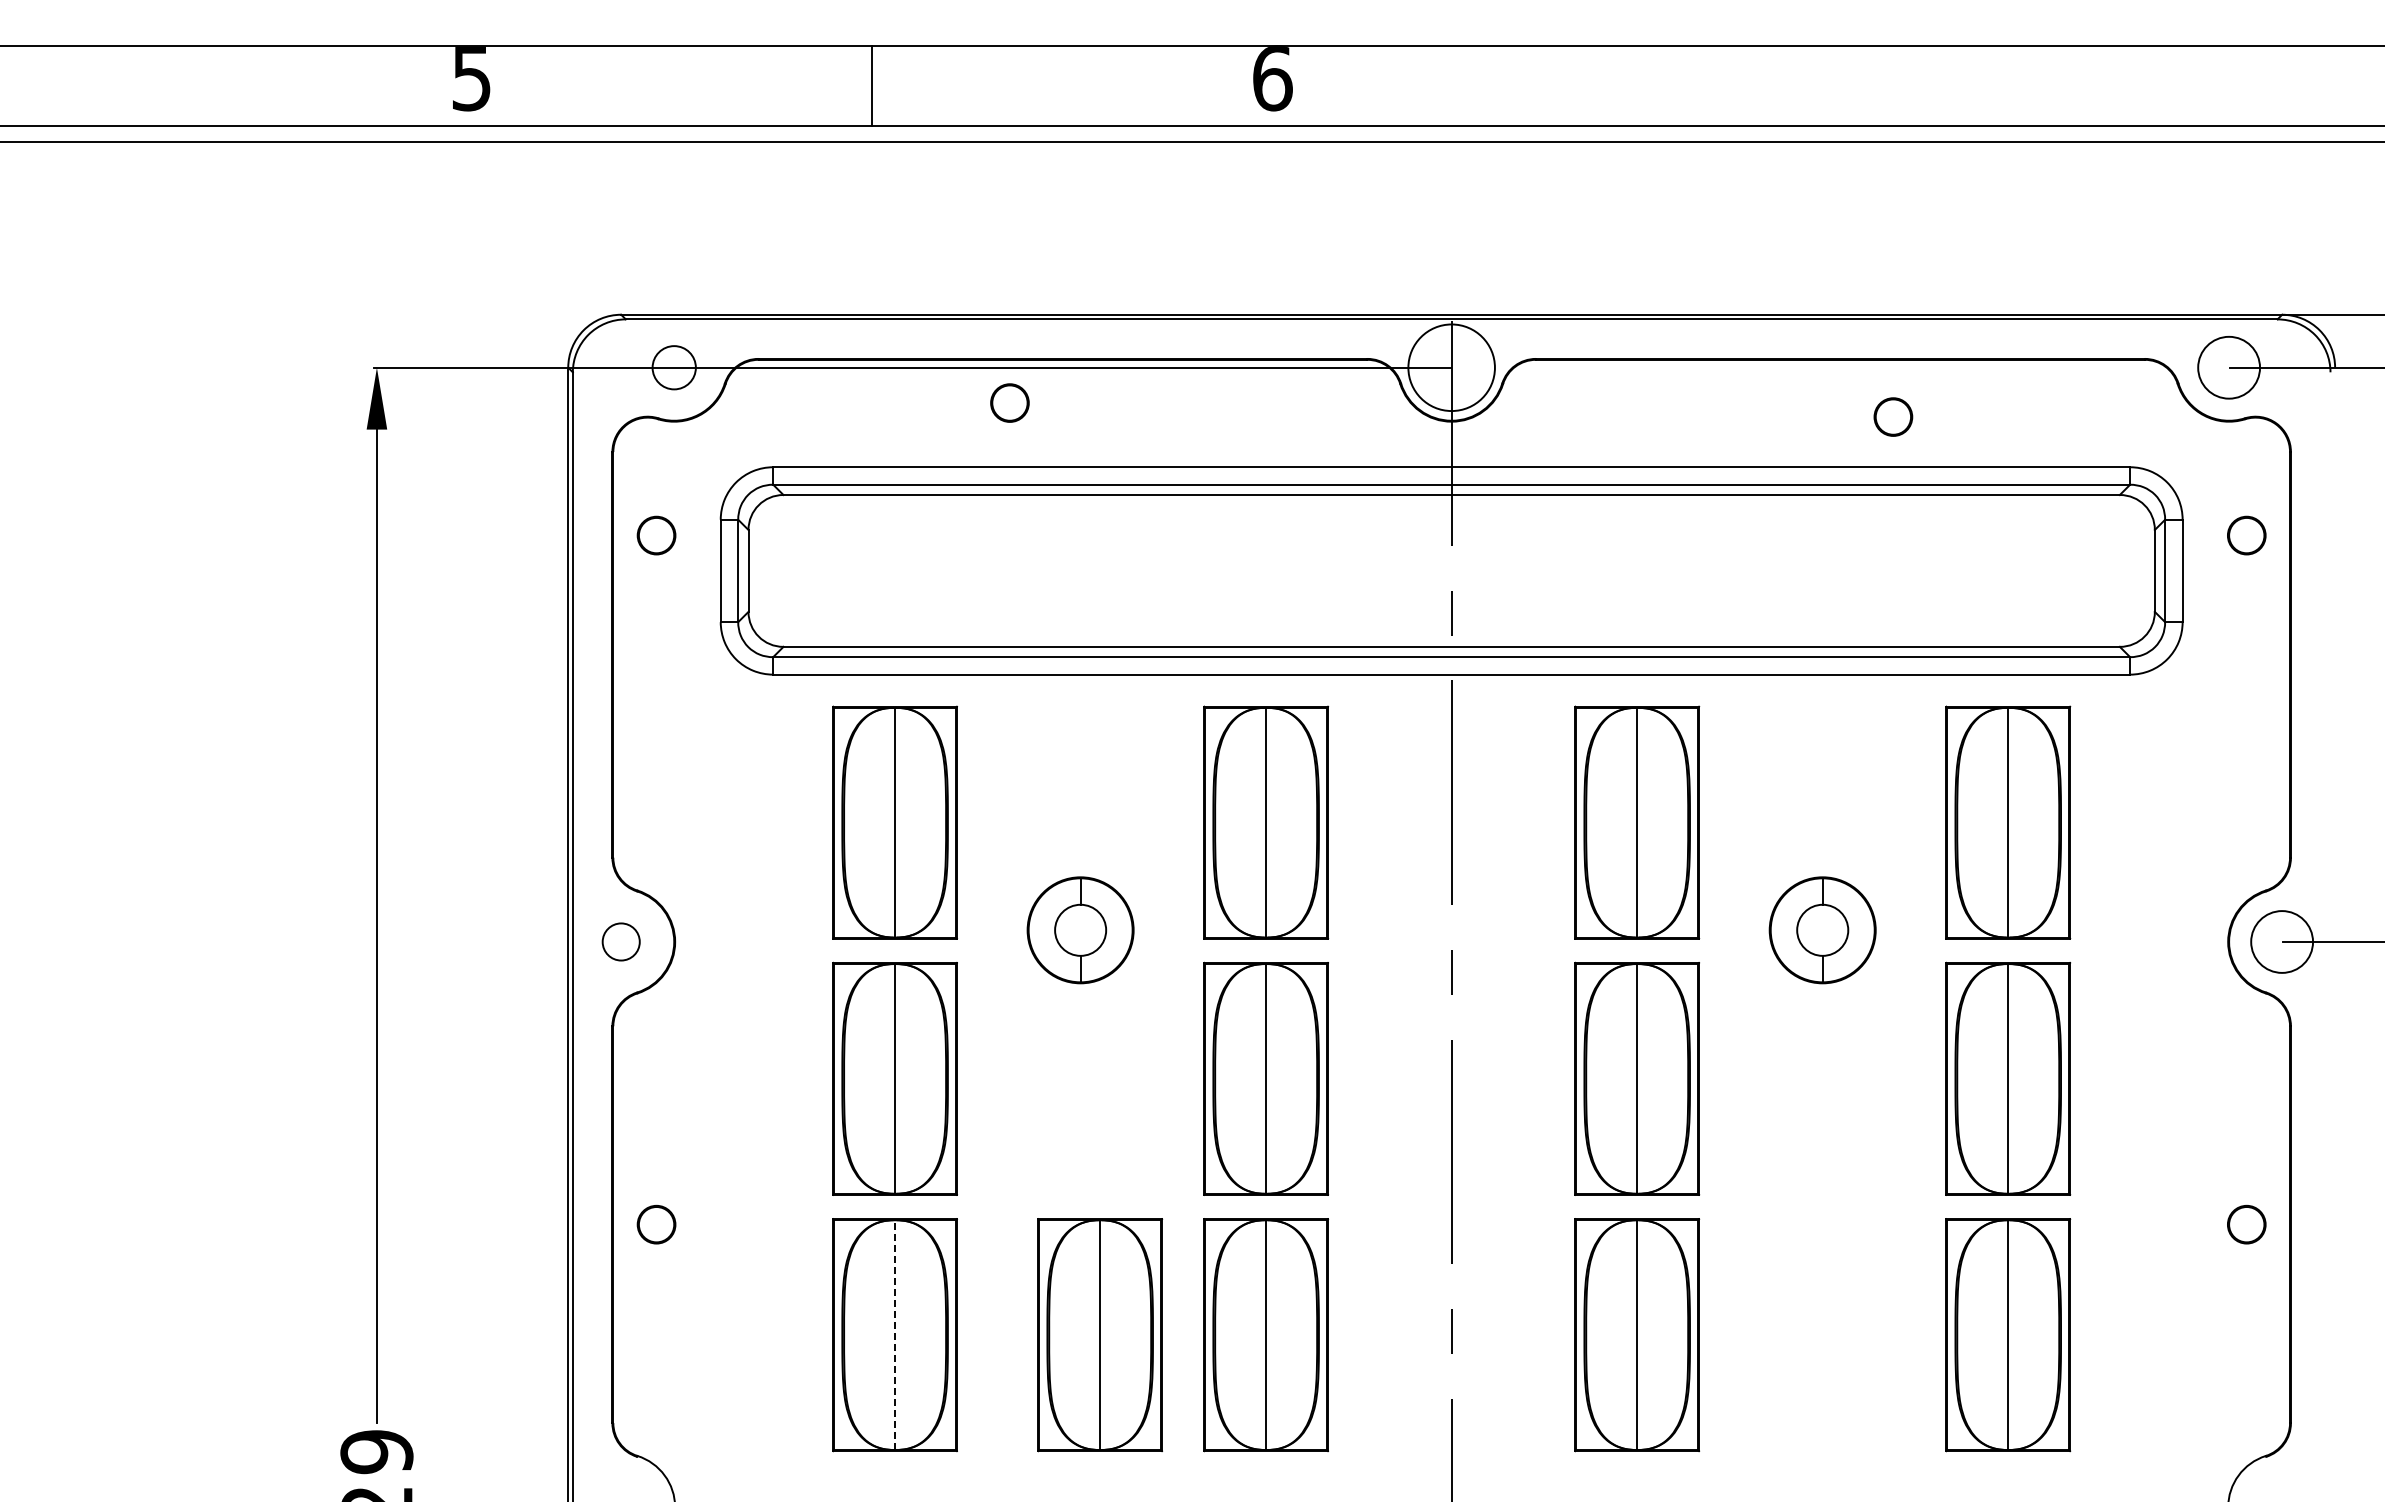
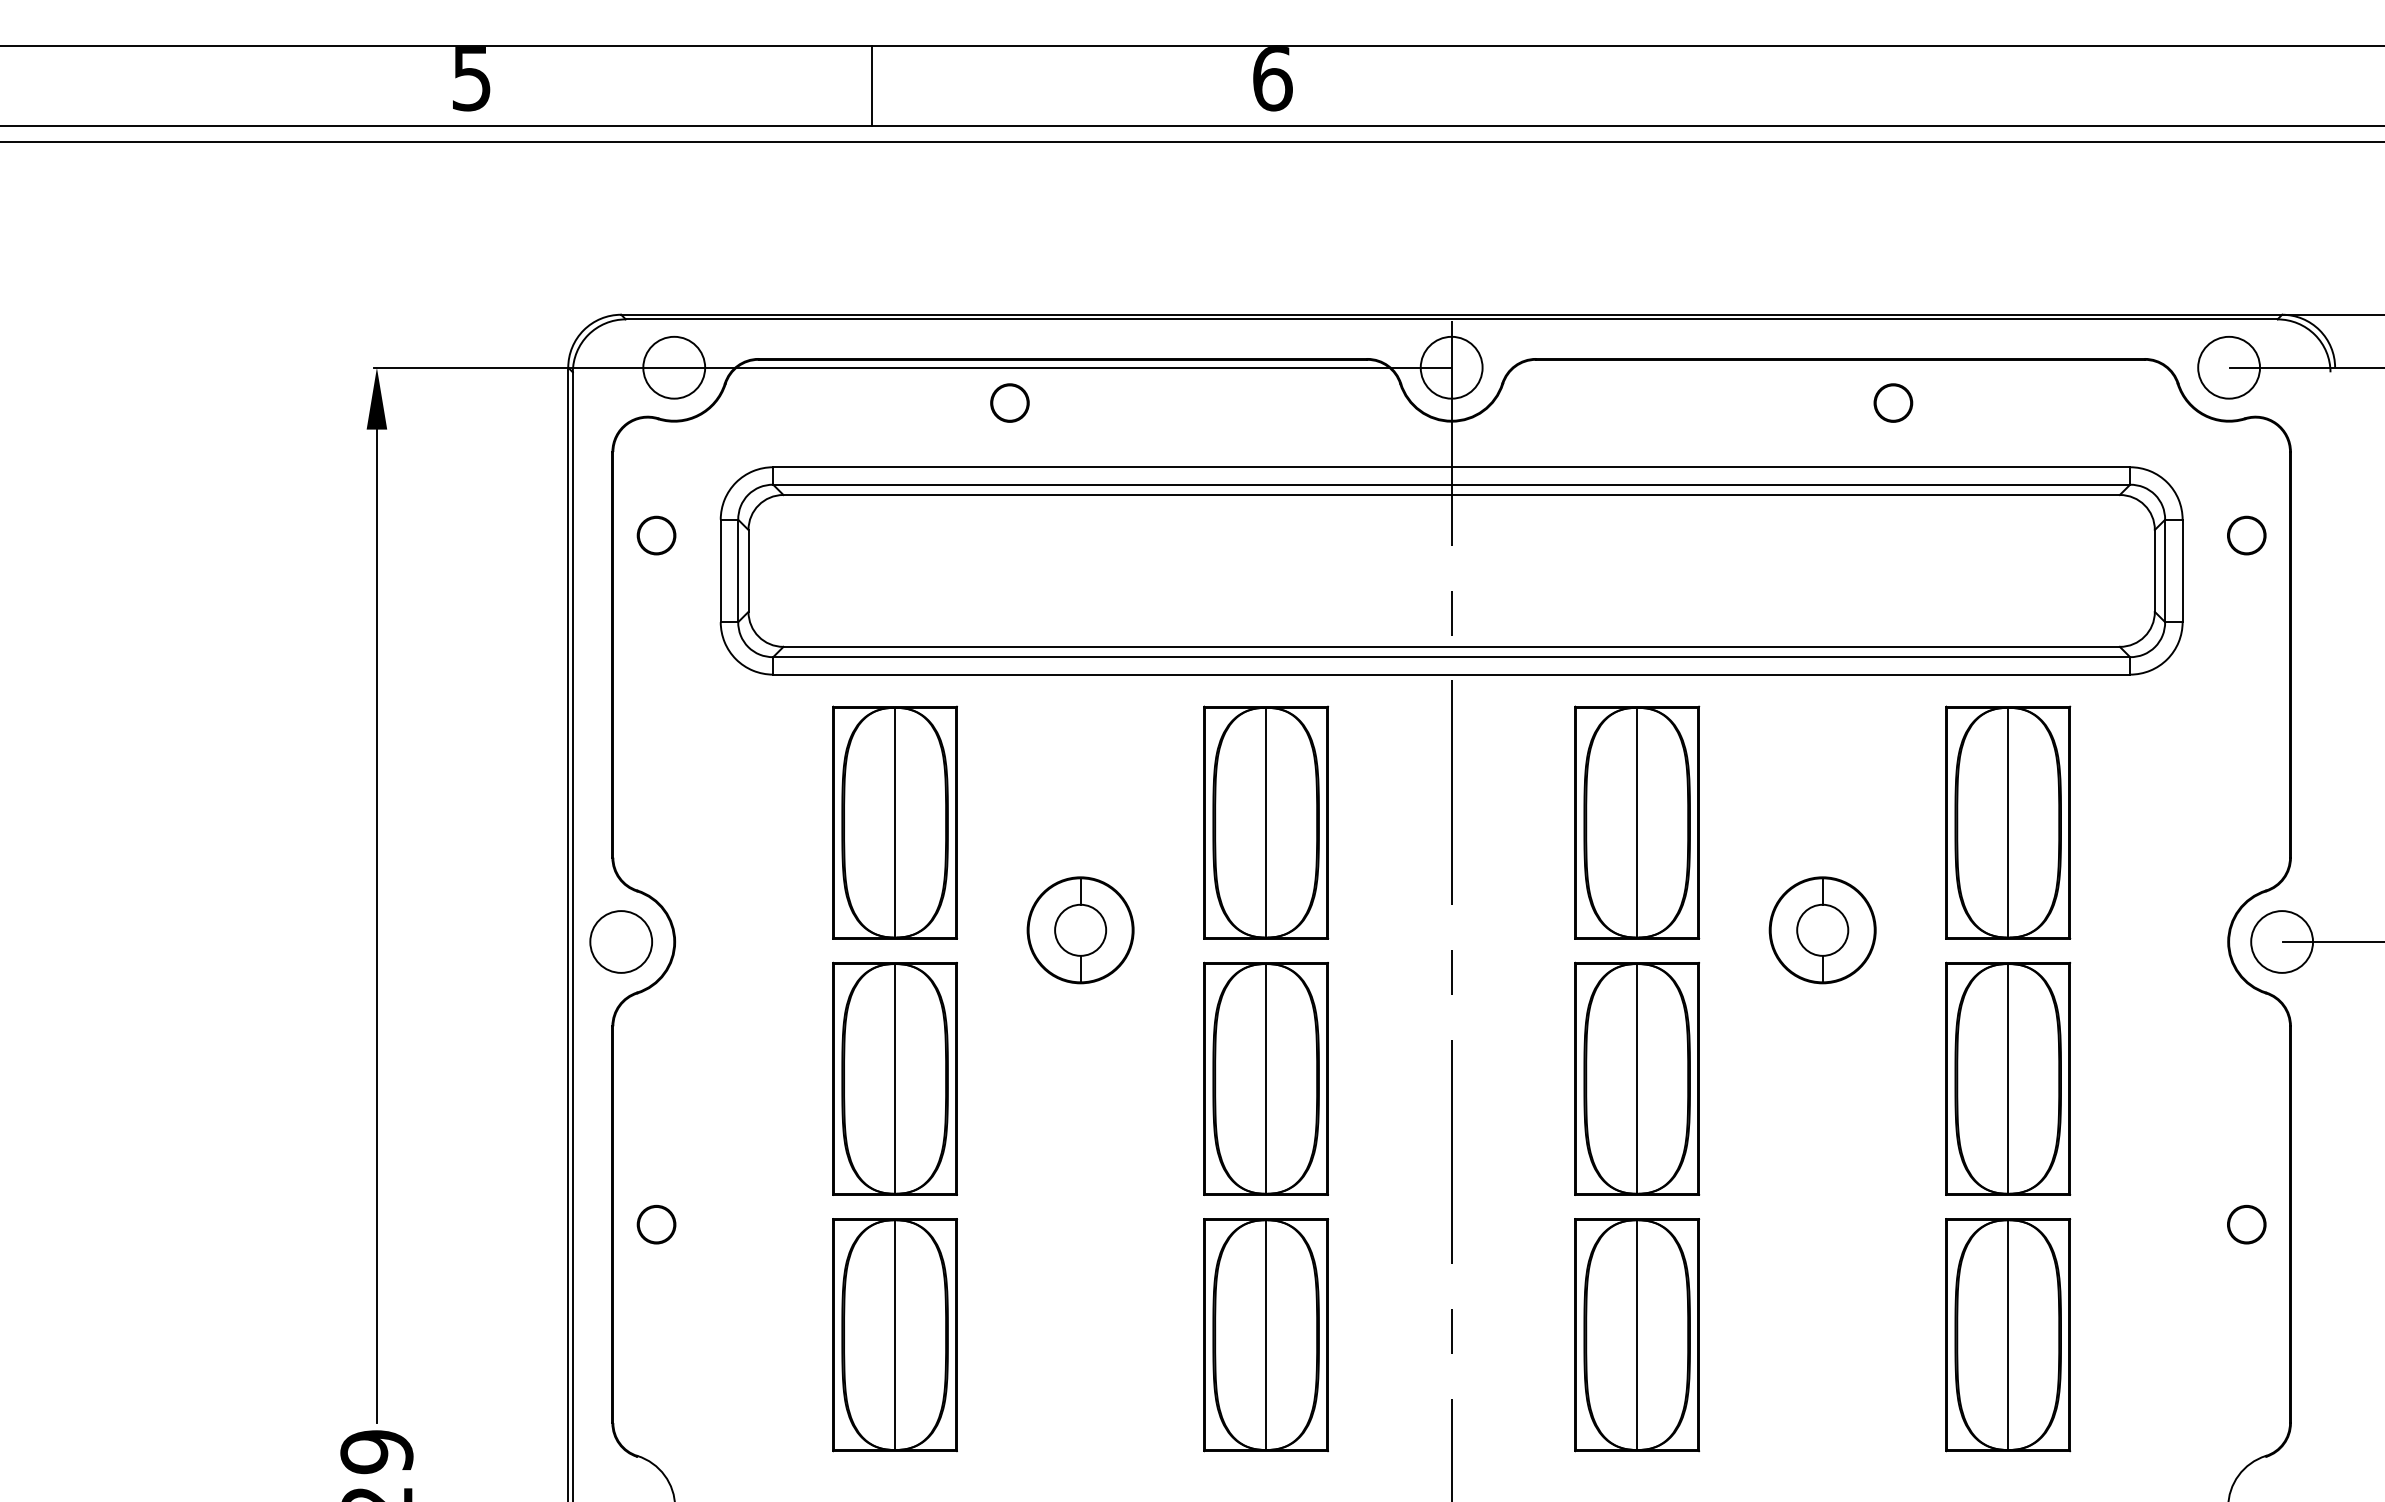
circle at (673, 367) diameter: 43 px -> 62 px
circle at (1451, 367) diameter: 87 px -> 62 px
part at (1893, 416) position: (1893, 416) -> (1893, 402)
circle at (620, 941) diameter: 37 px -> 62 px
line at (895, 1335): dashed -> solid
part at (1100, 1335): present -> none
